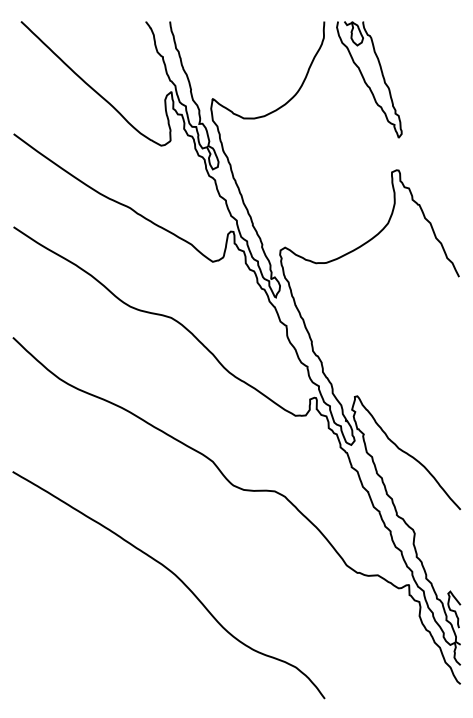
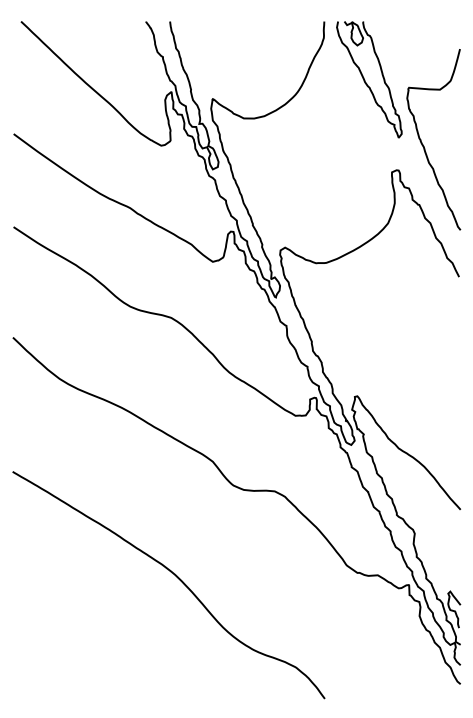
curve at (423, 144): none -> present
